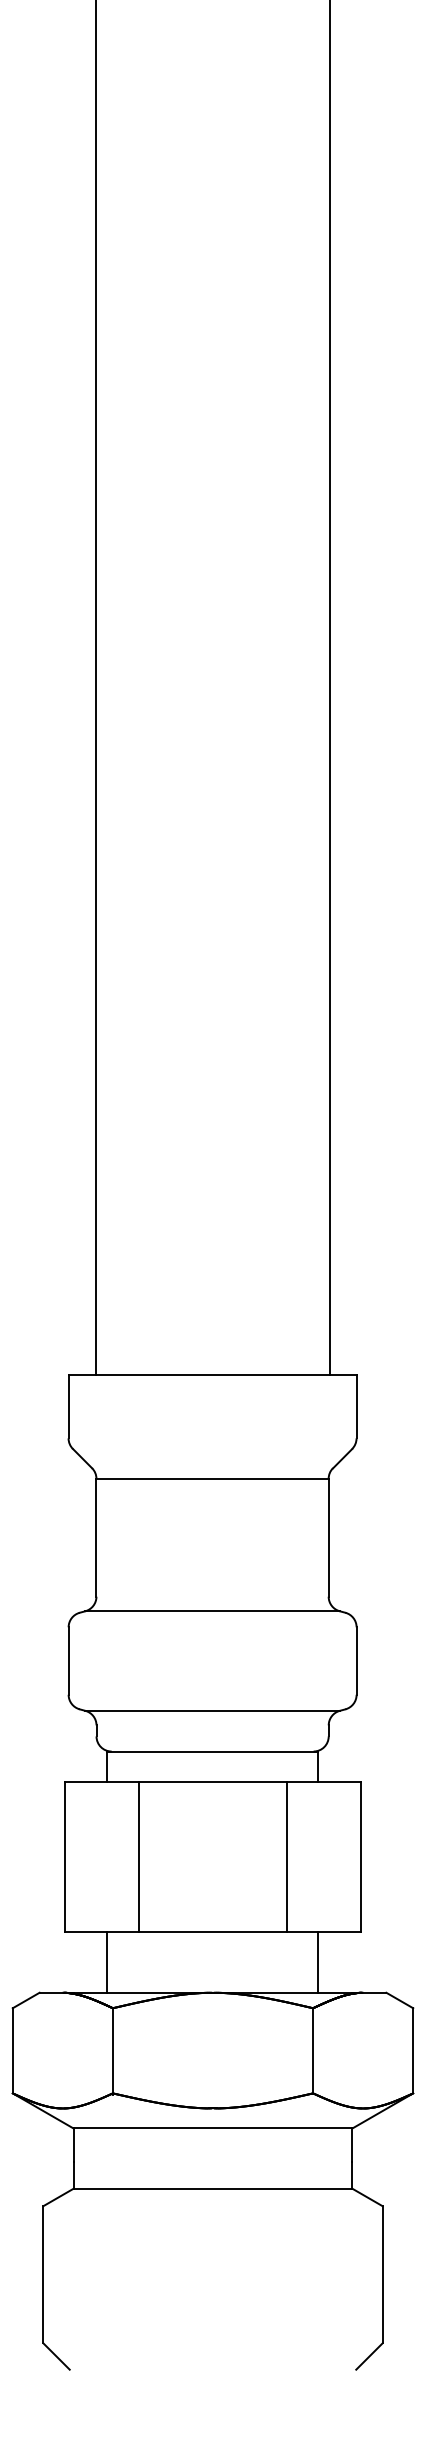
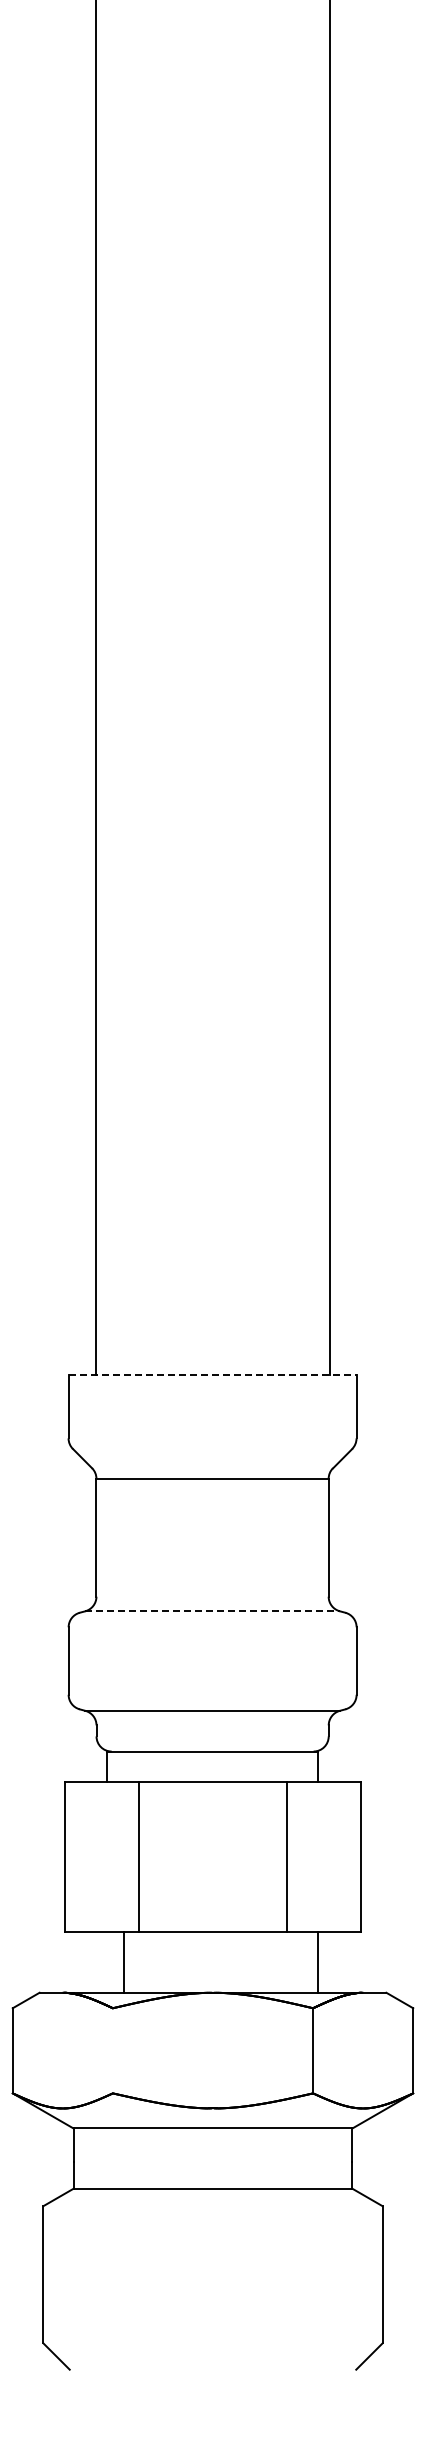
line at (212, 1374): solid -> dashed
line at (213, 1611): solid -> dashed
line at (107, 1962) position: (107, 1962) -> (124, 1962)
line at (112, 2051): present -> none
